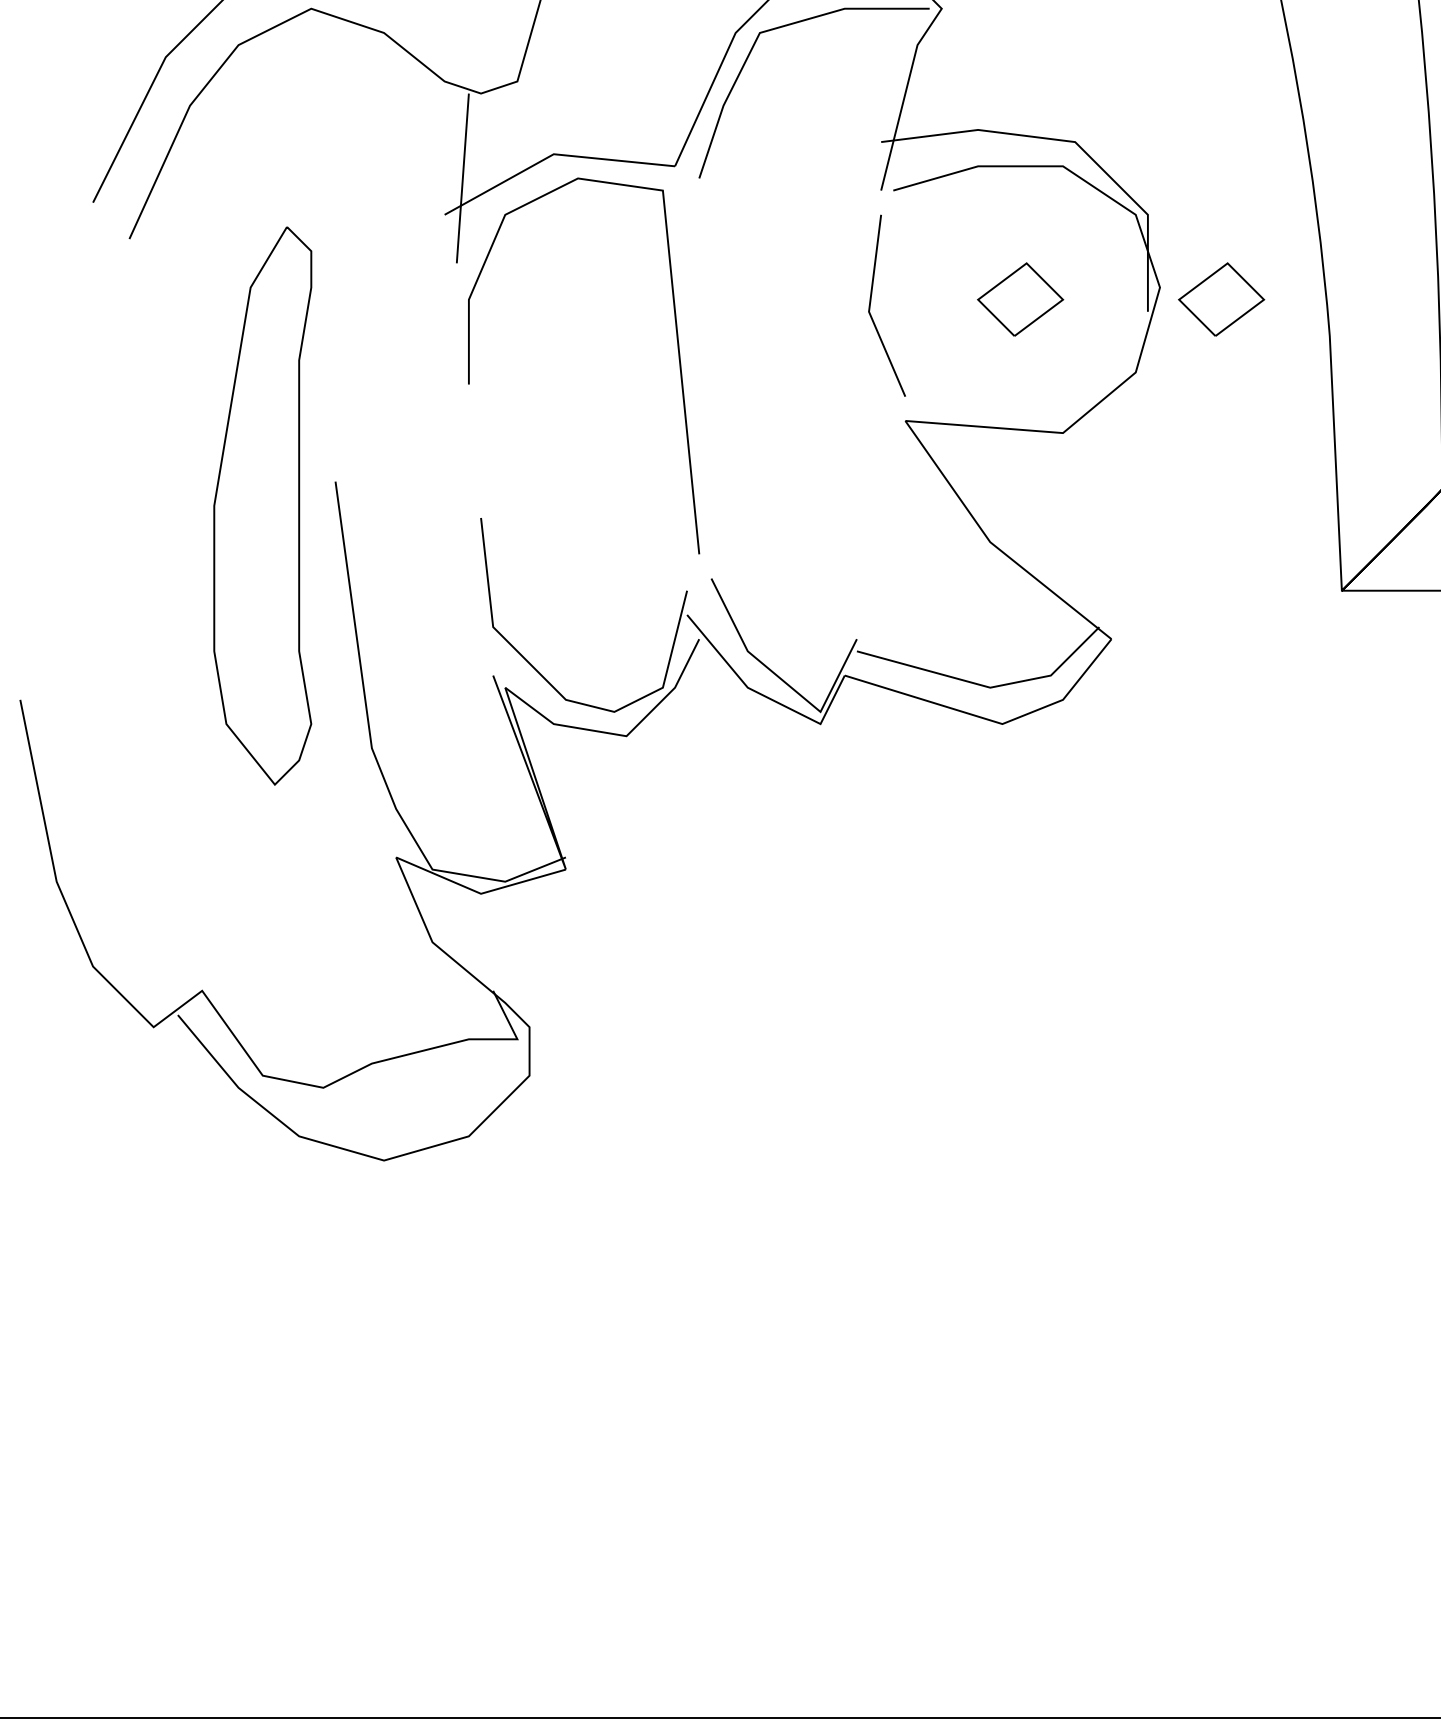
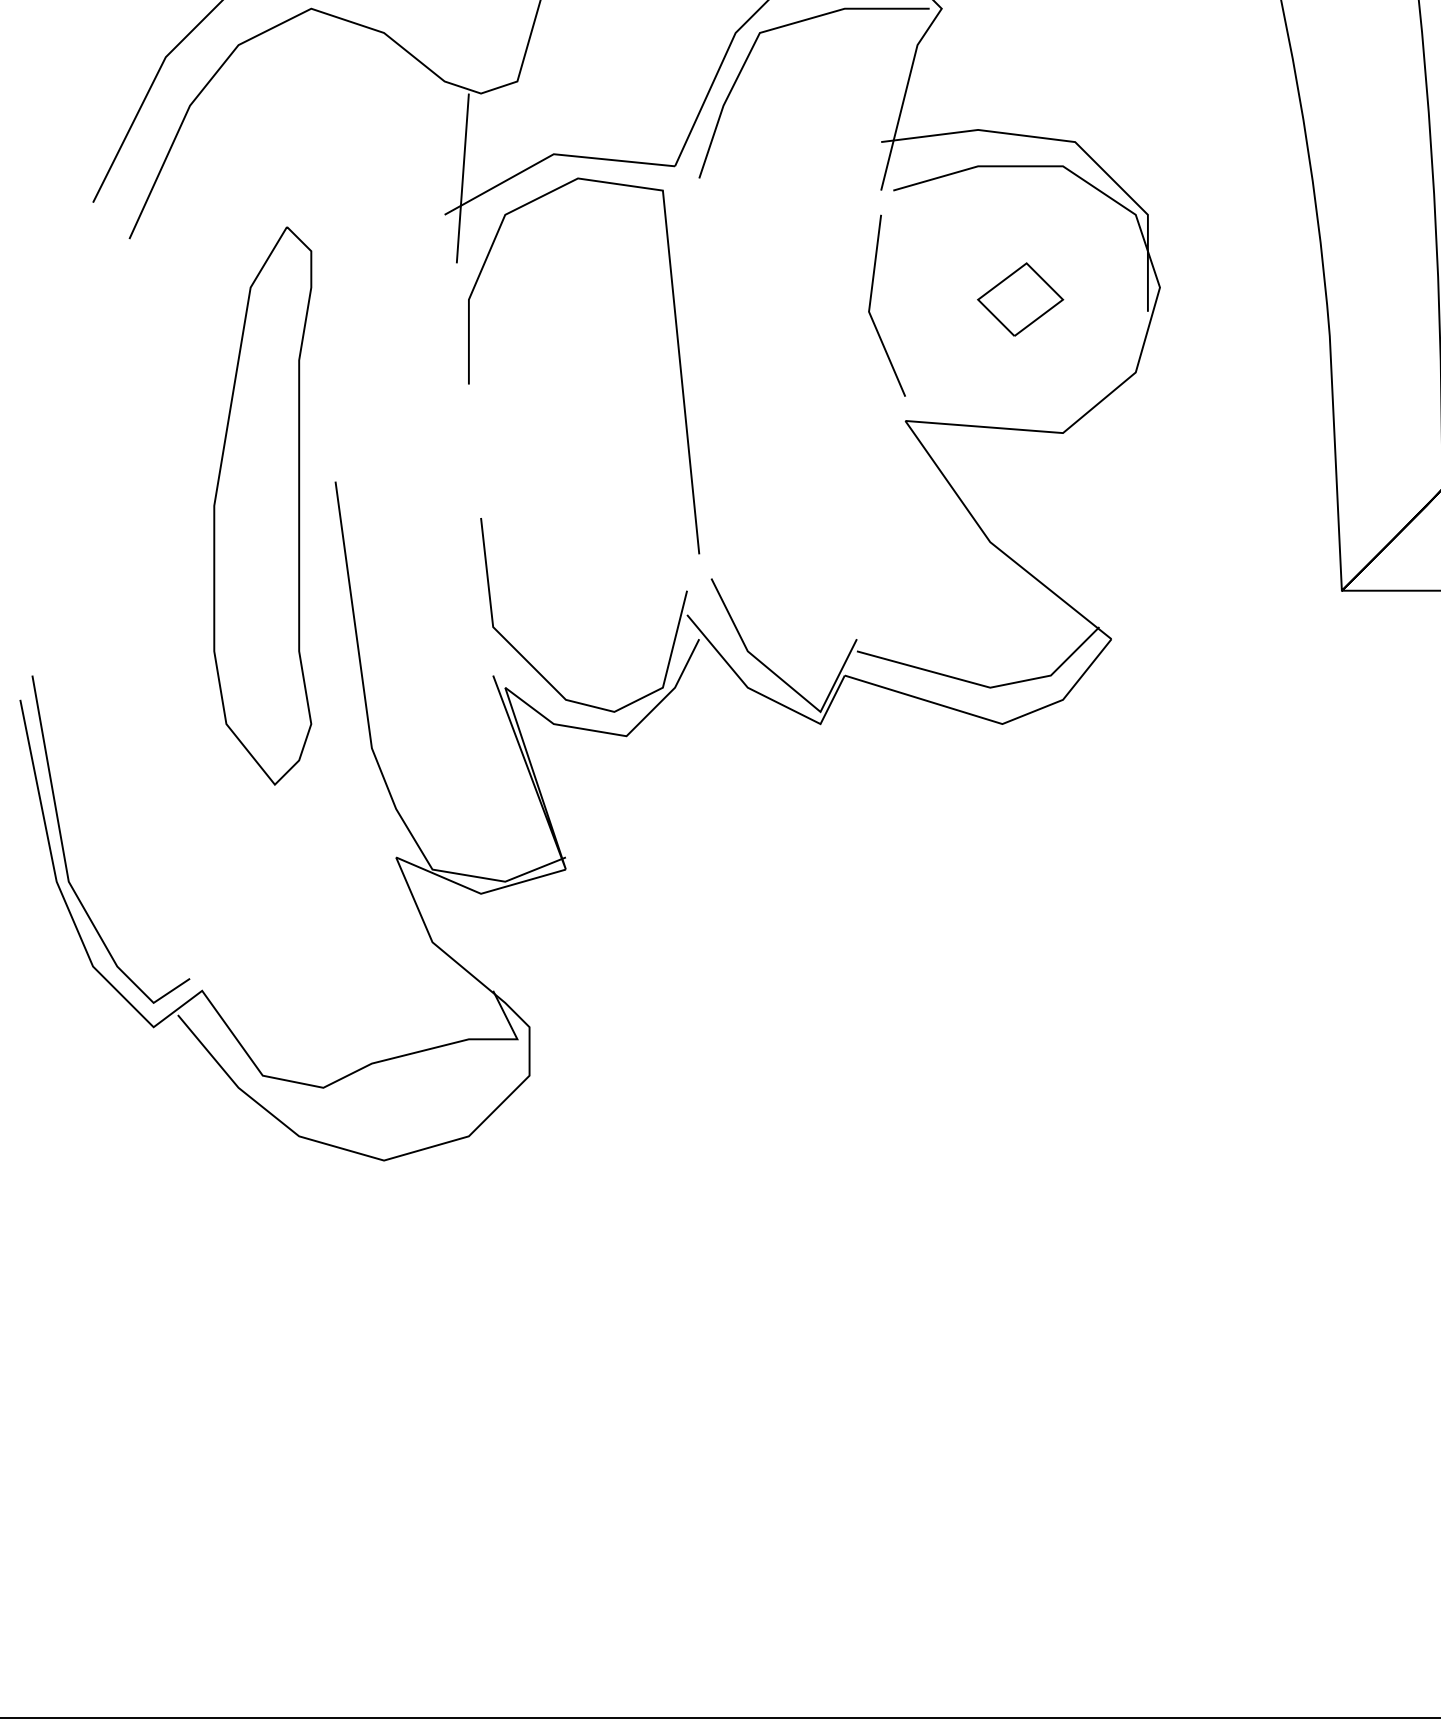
part at (1221, 299): present -> none
curve at (63, 844): none -> present
